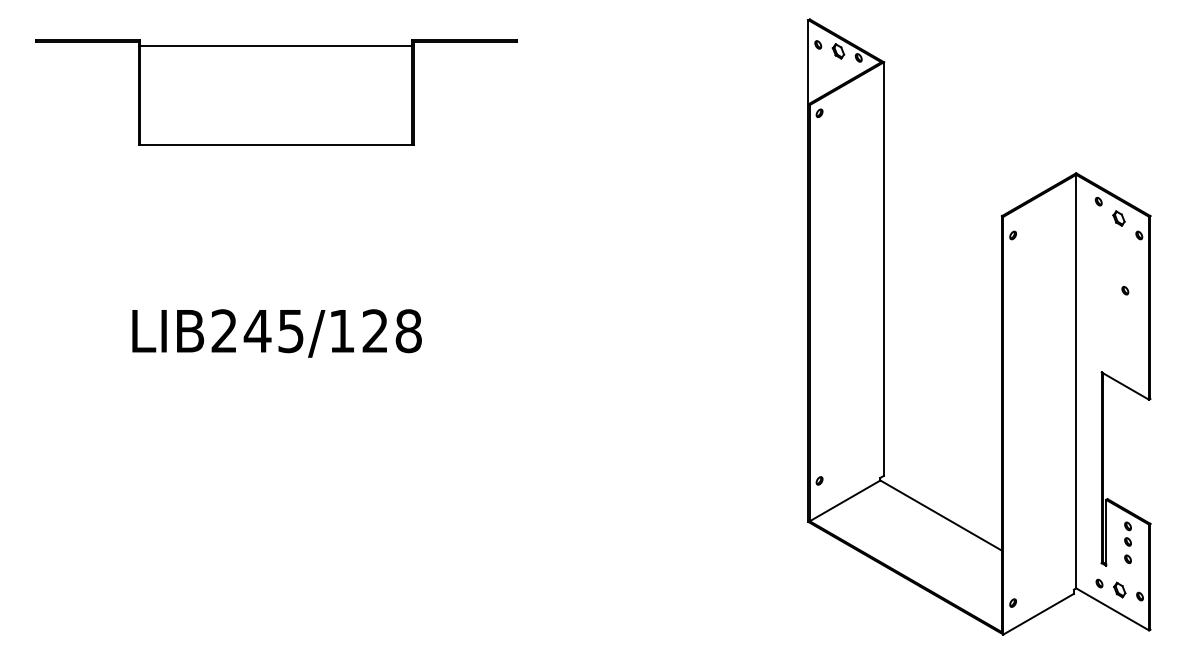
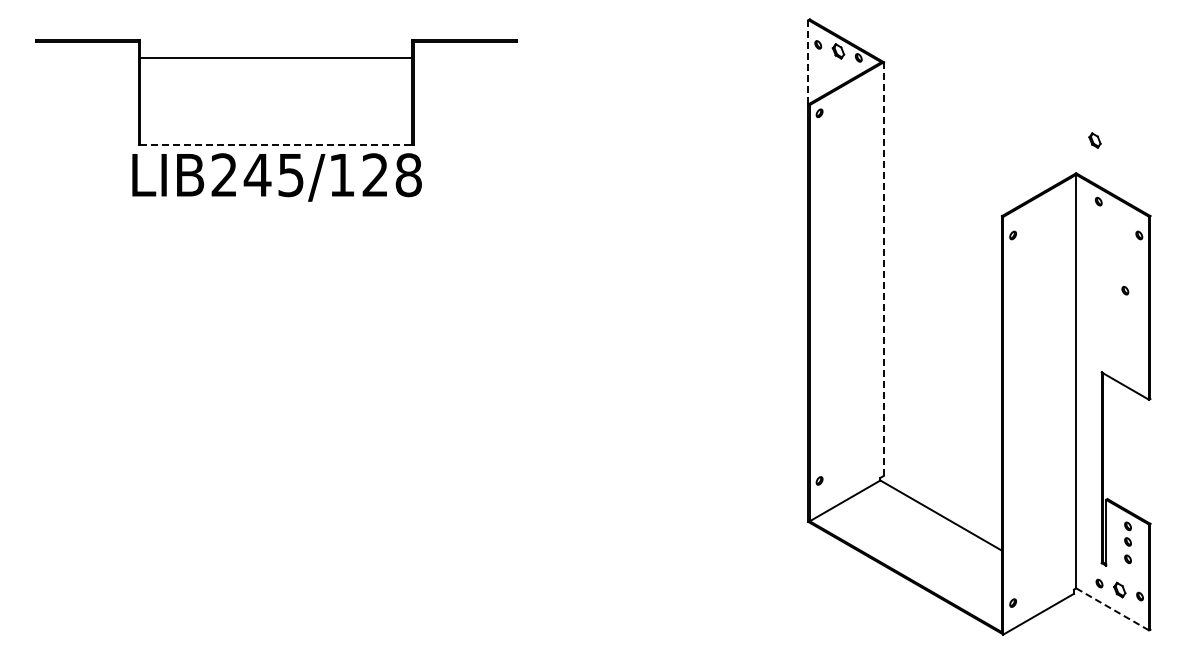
line at (276, 45) position: (276, 45) -> (276, 57)
line at (808, 62): solid -> dashed
line at (276, 145): solid -> dashed
part at (1118, 218) position: (1118, 218) -> (1094, 140)
line at (884, 269): solid -> dashed
text at (276, 333) position: (276, 333) -> (276, 177)
line at (1113, 609): solid -> dashed
